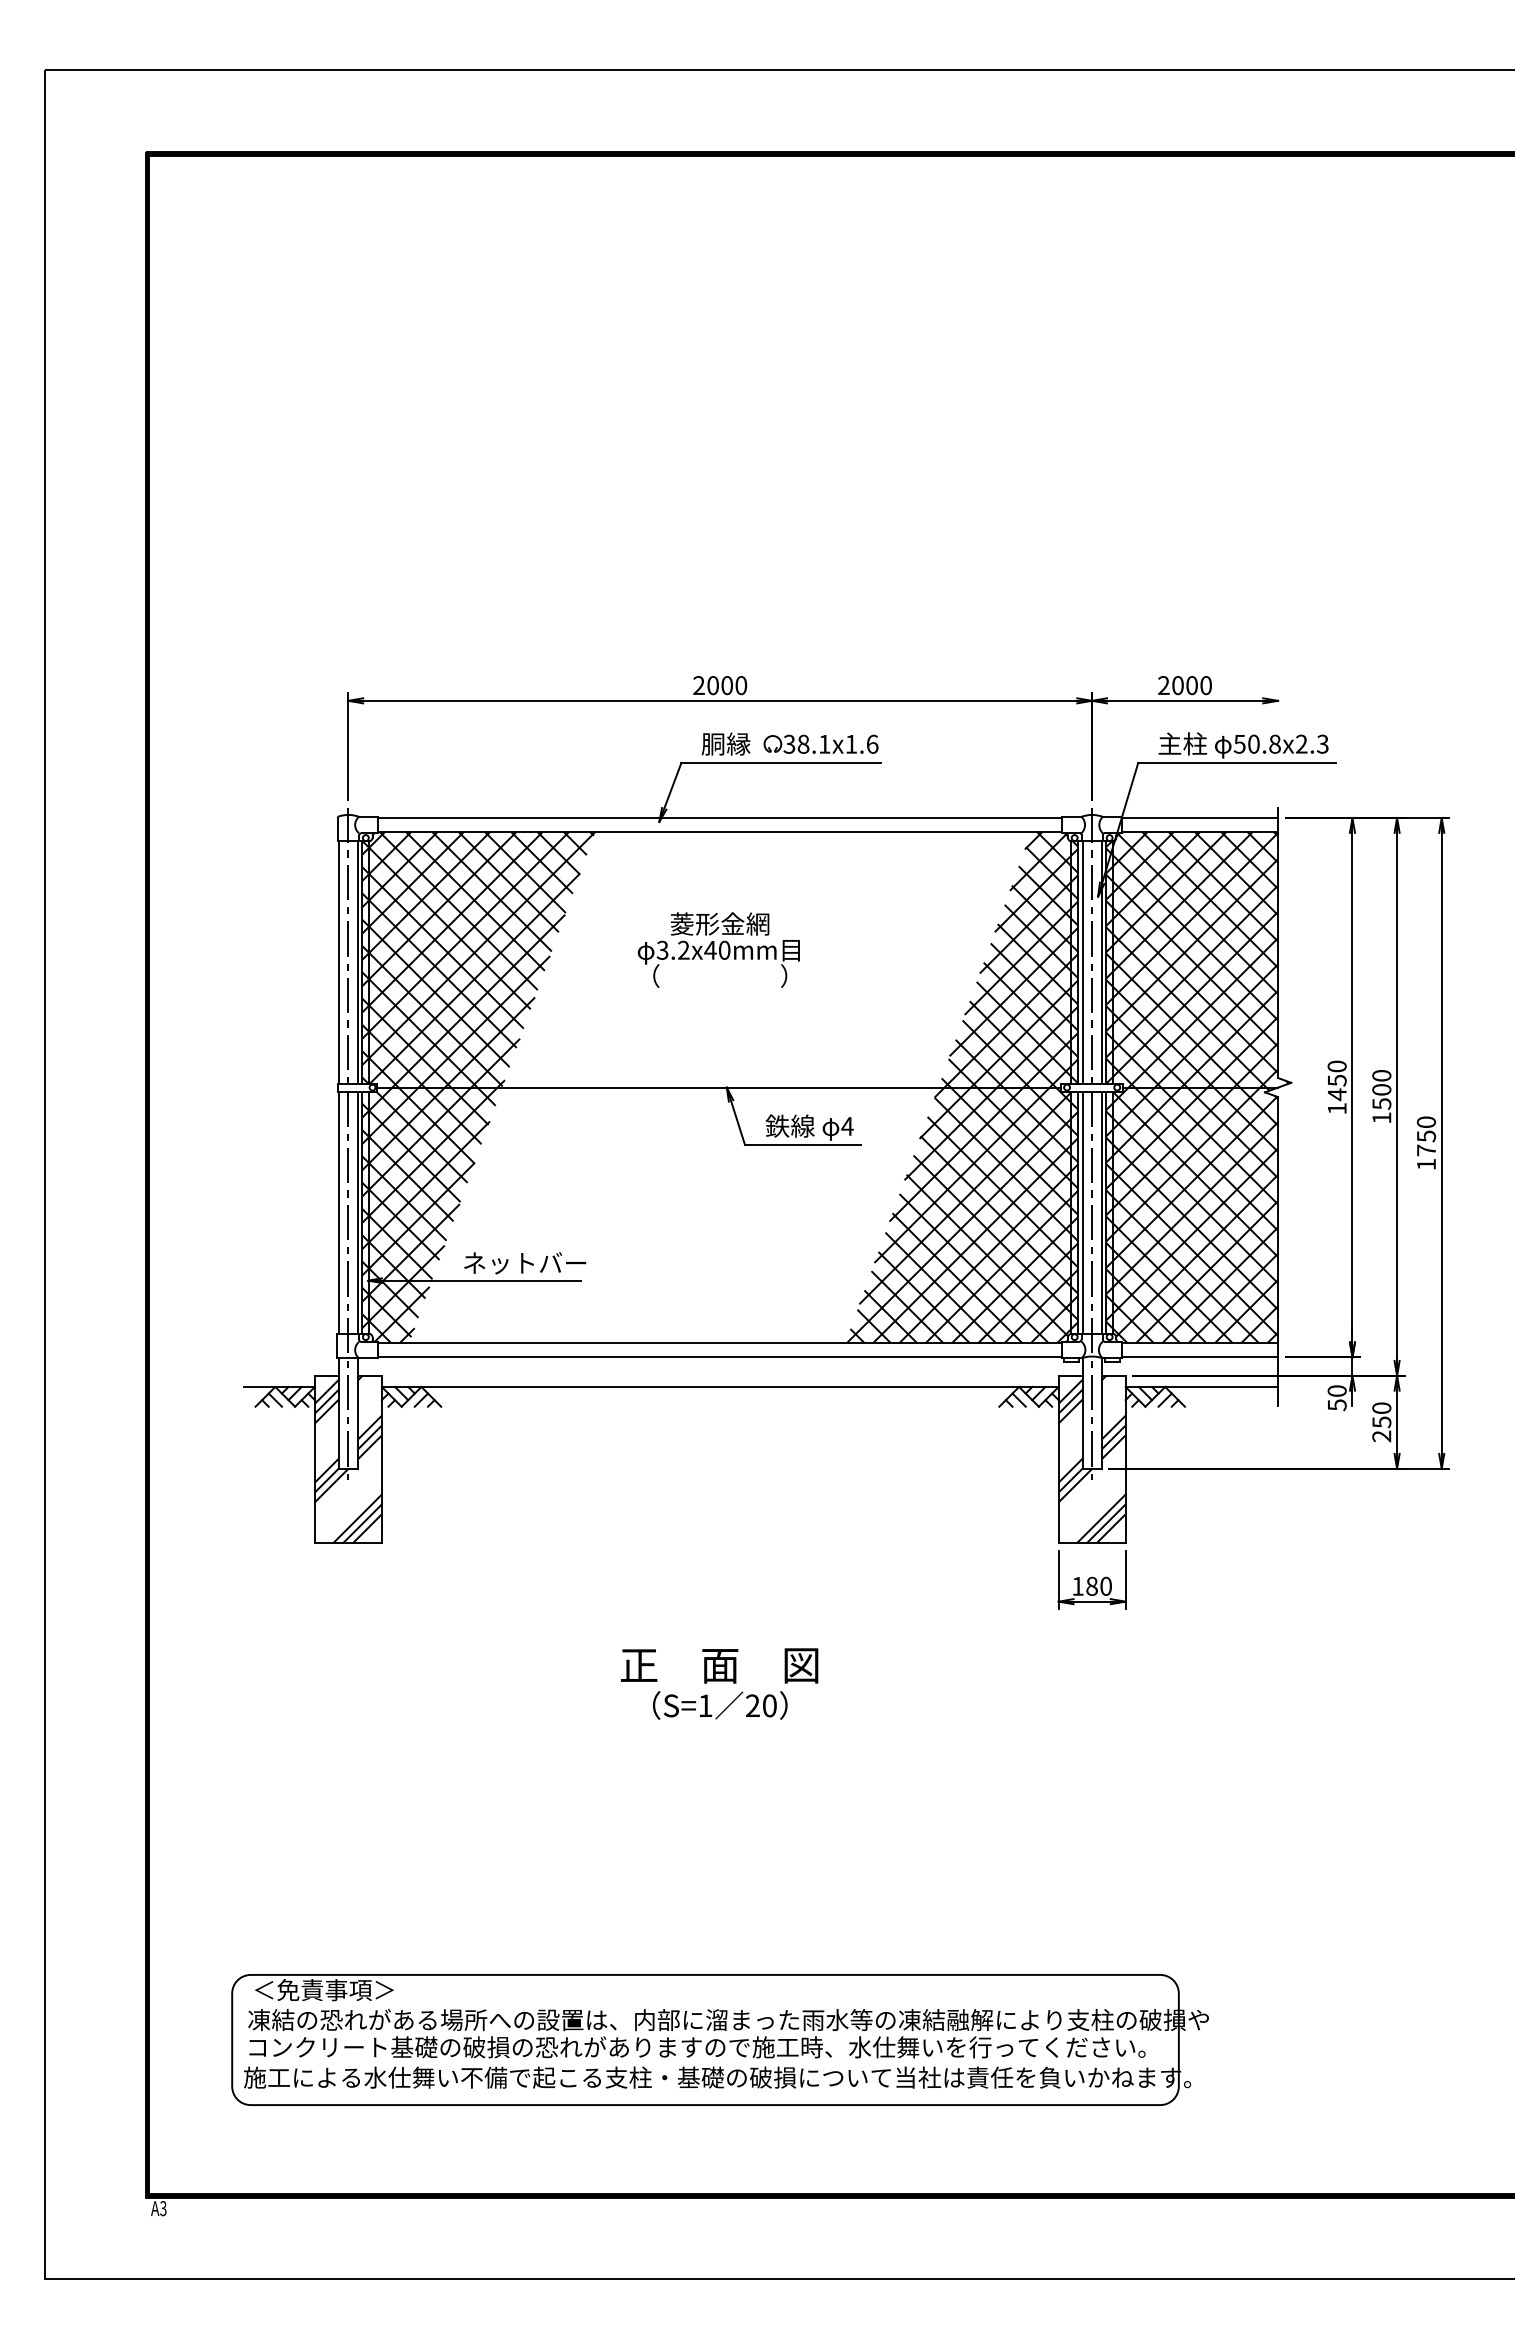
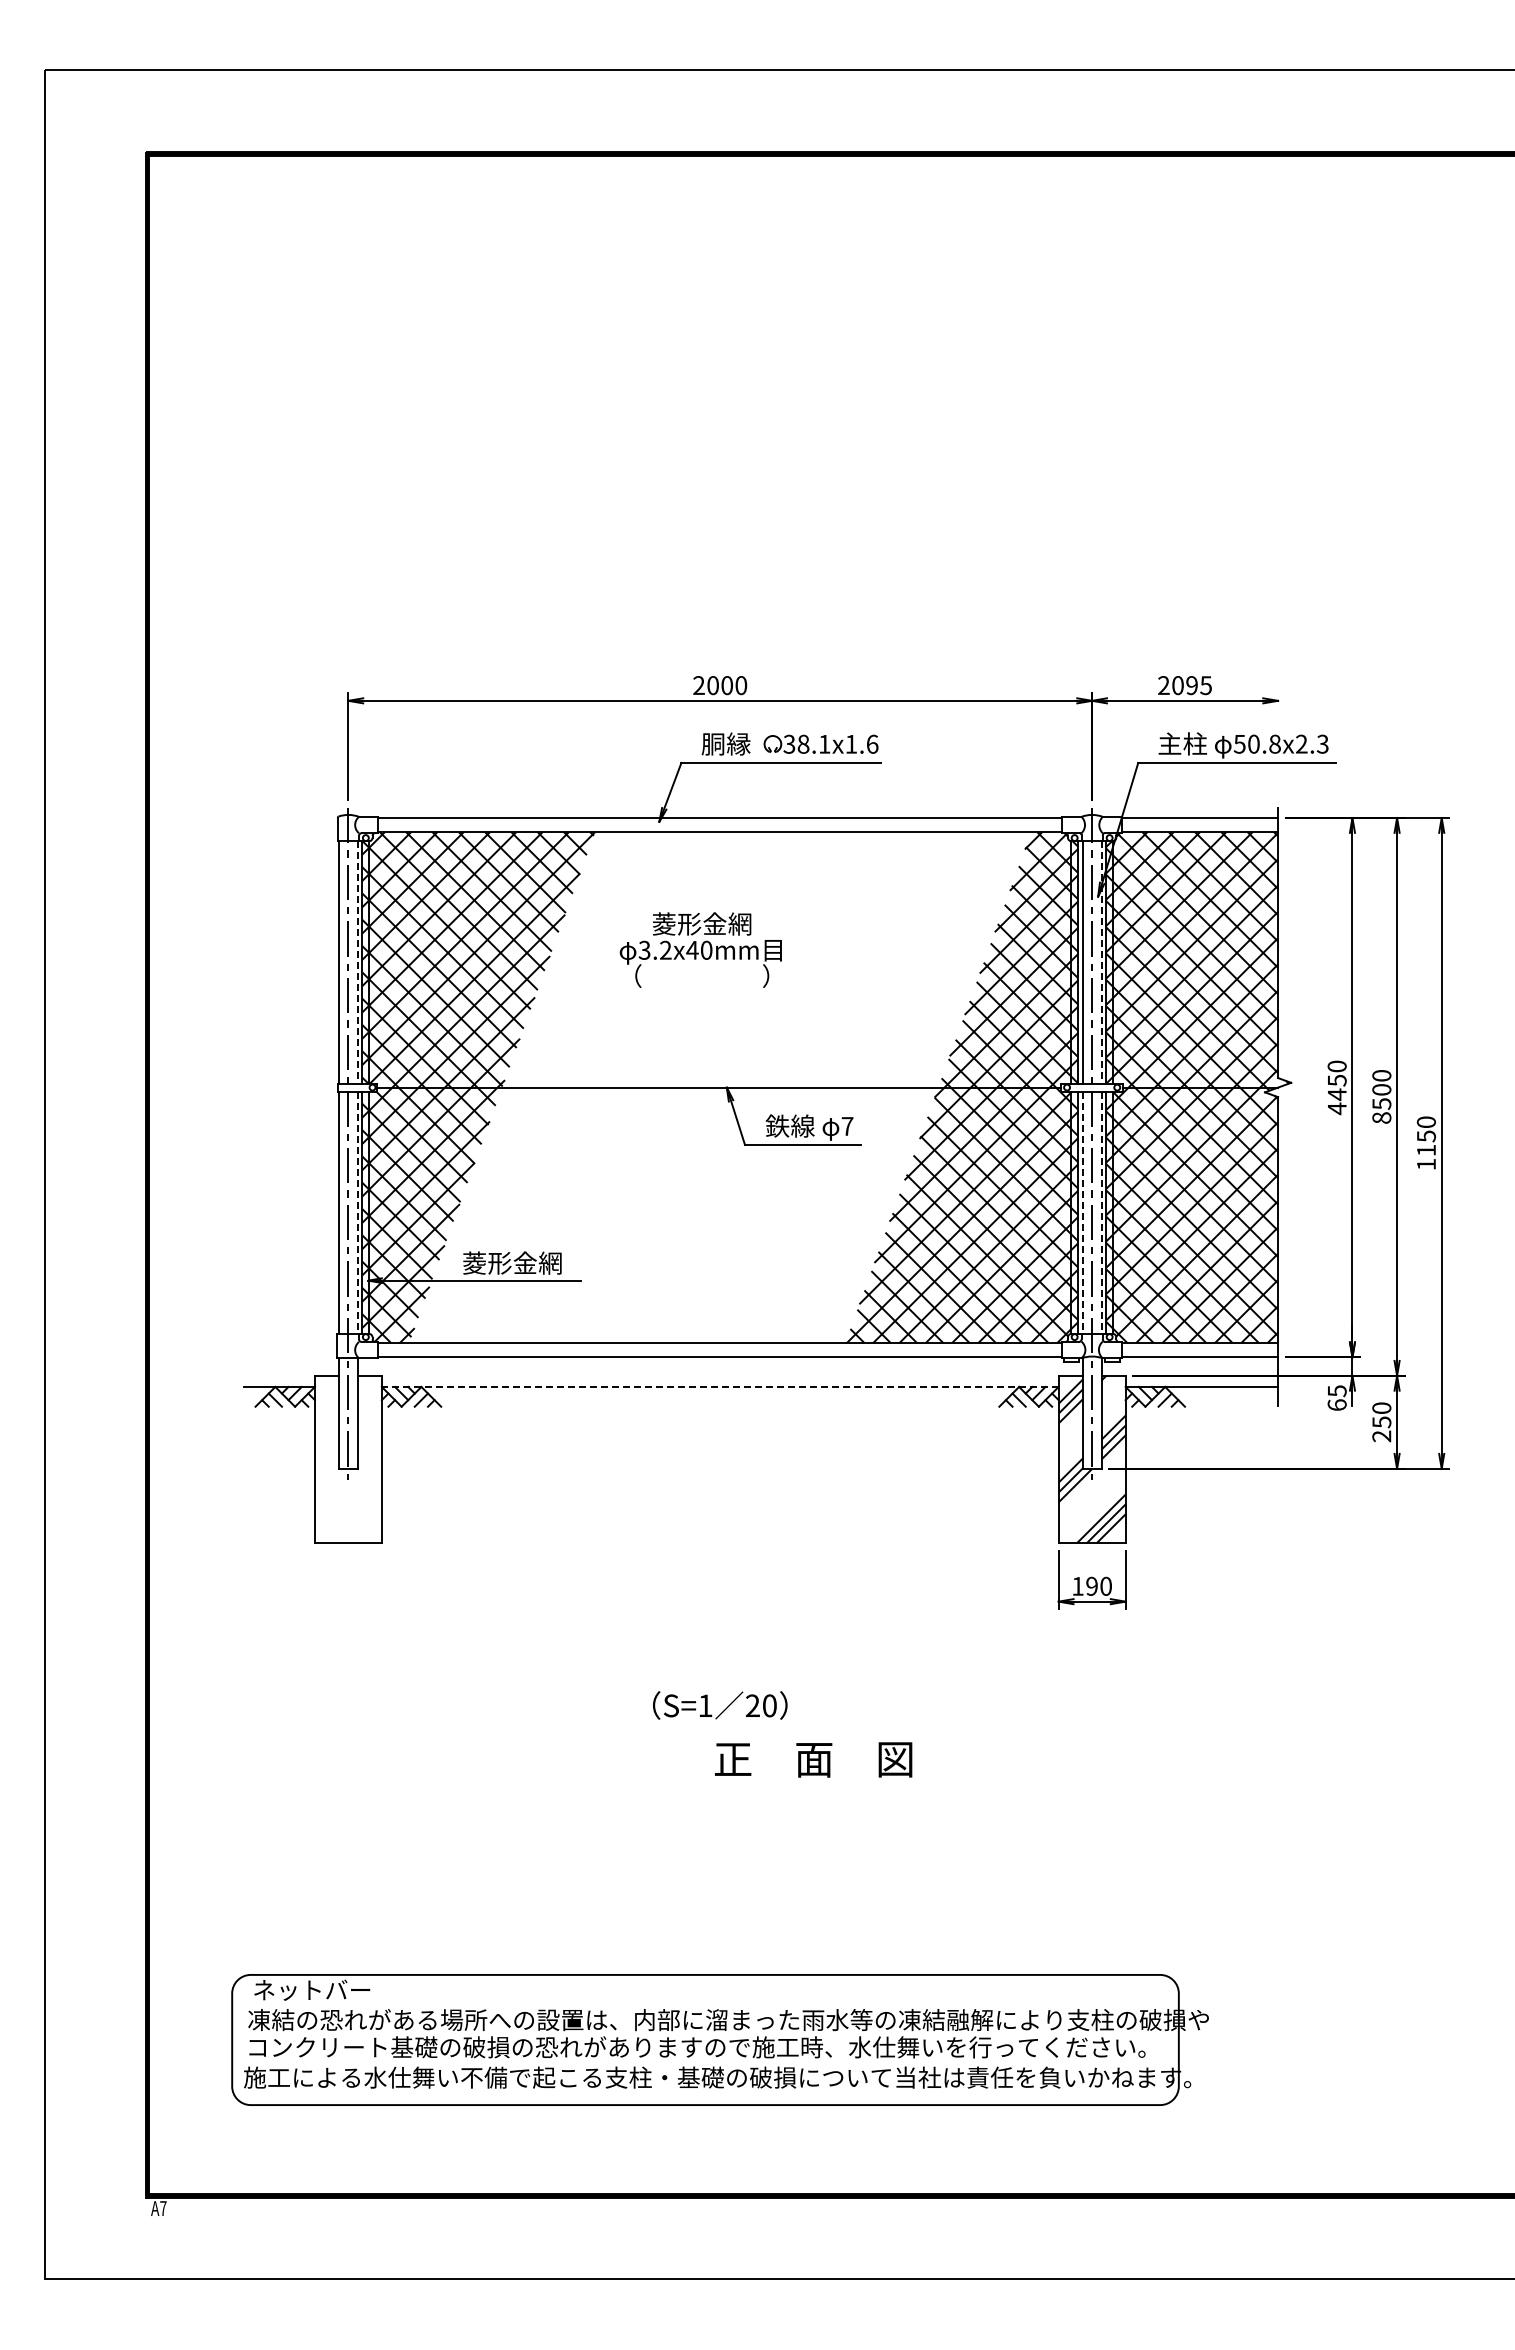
text at (1198, 685): 2000 -> 2095
text at (718, 949) position: (718, 949) -> (700, 949)
line at (357, 963): solid -> dashed
line at (1101, 963): solid -> dashed
text at (1337, 1108): 1450 -> 4450
text at (1381, 1117): 1500 -> 8500
text at (847, 1126): 4 -> 7
text at (1426, 1150): 1750 -> 1150
line at (357, 1213): solid -> dashed
line at (1082, 1213): solid -> dashed
line at (1101, 1213): solid -> dashed
text at (524, 1262): ネットバー -> 菱形金網
line at (719, 1386): solid -> dashed
text at (1336, 1398): 50 -> 65
hatch at (347, 1459): present -> none
text at (1091, 1585): 180 -> 190
text at (719, 1665) position: (719, 1665) -> (813, 1759)
text at (323, 1990): ＜免責事項＞ -> ネットバー
text at (163, 2208): A3 -> A7
